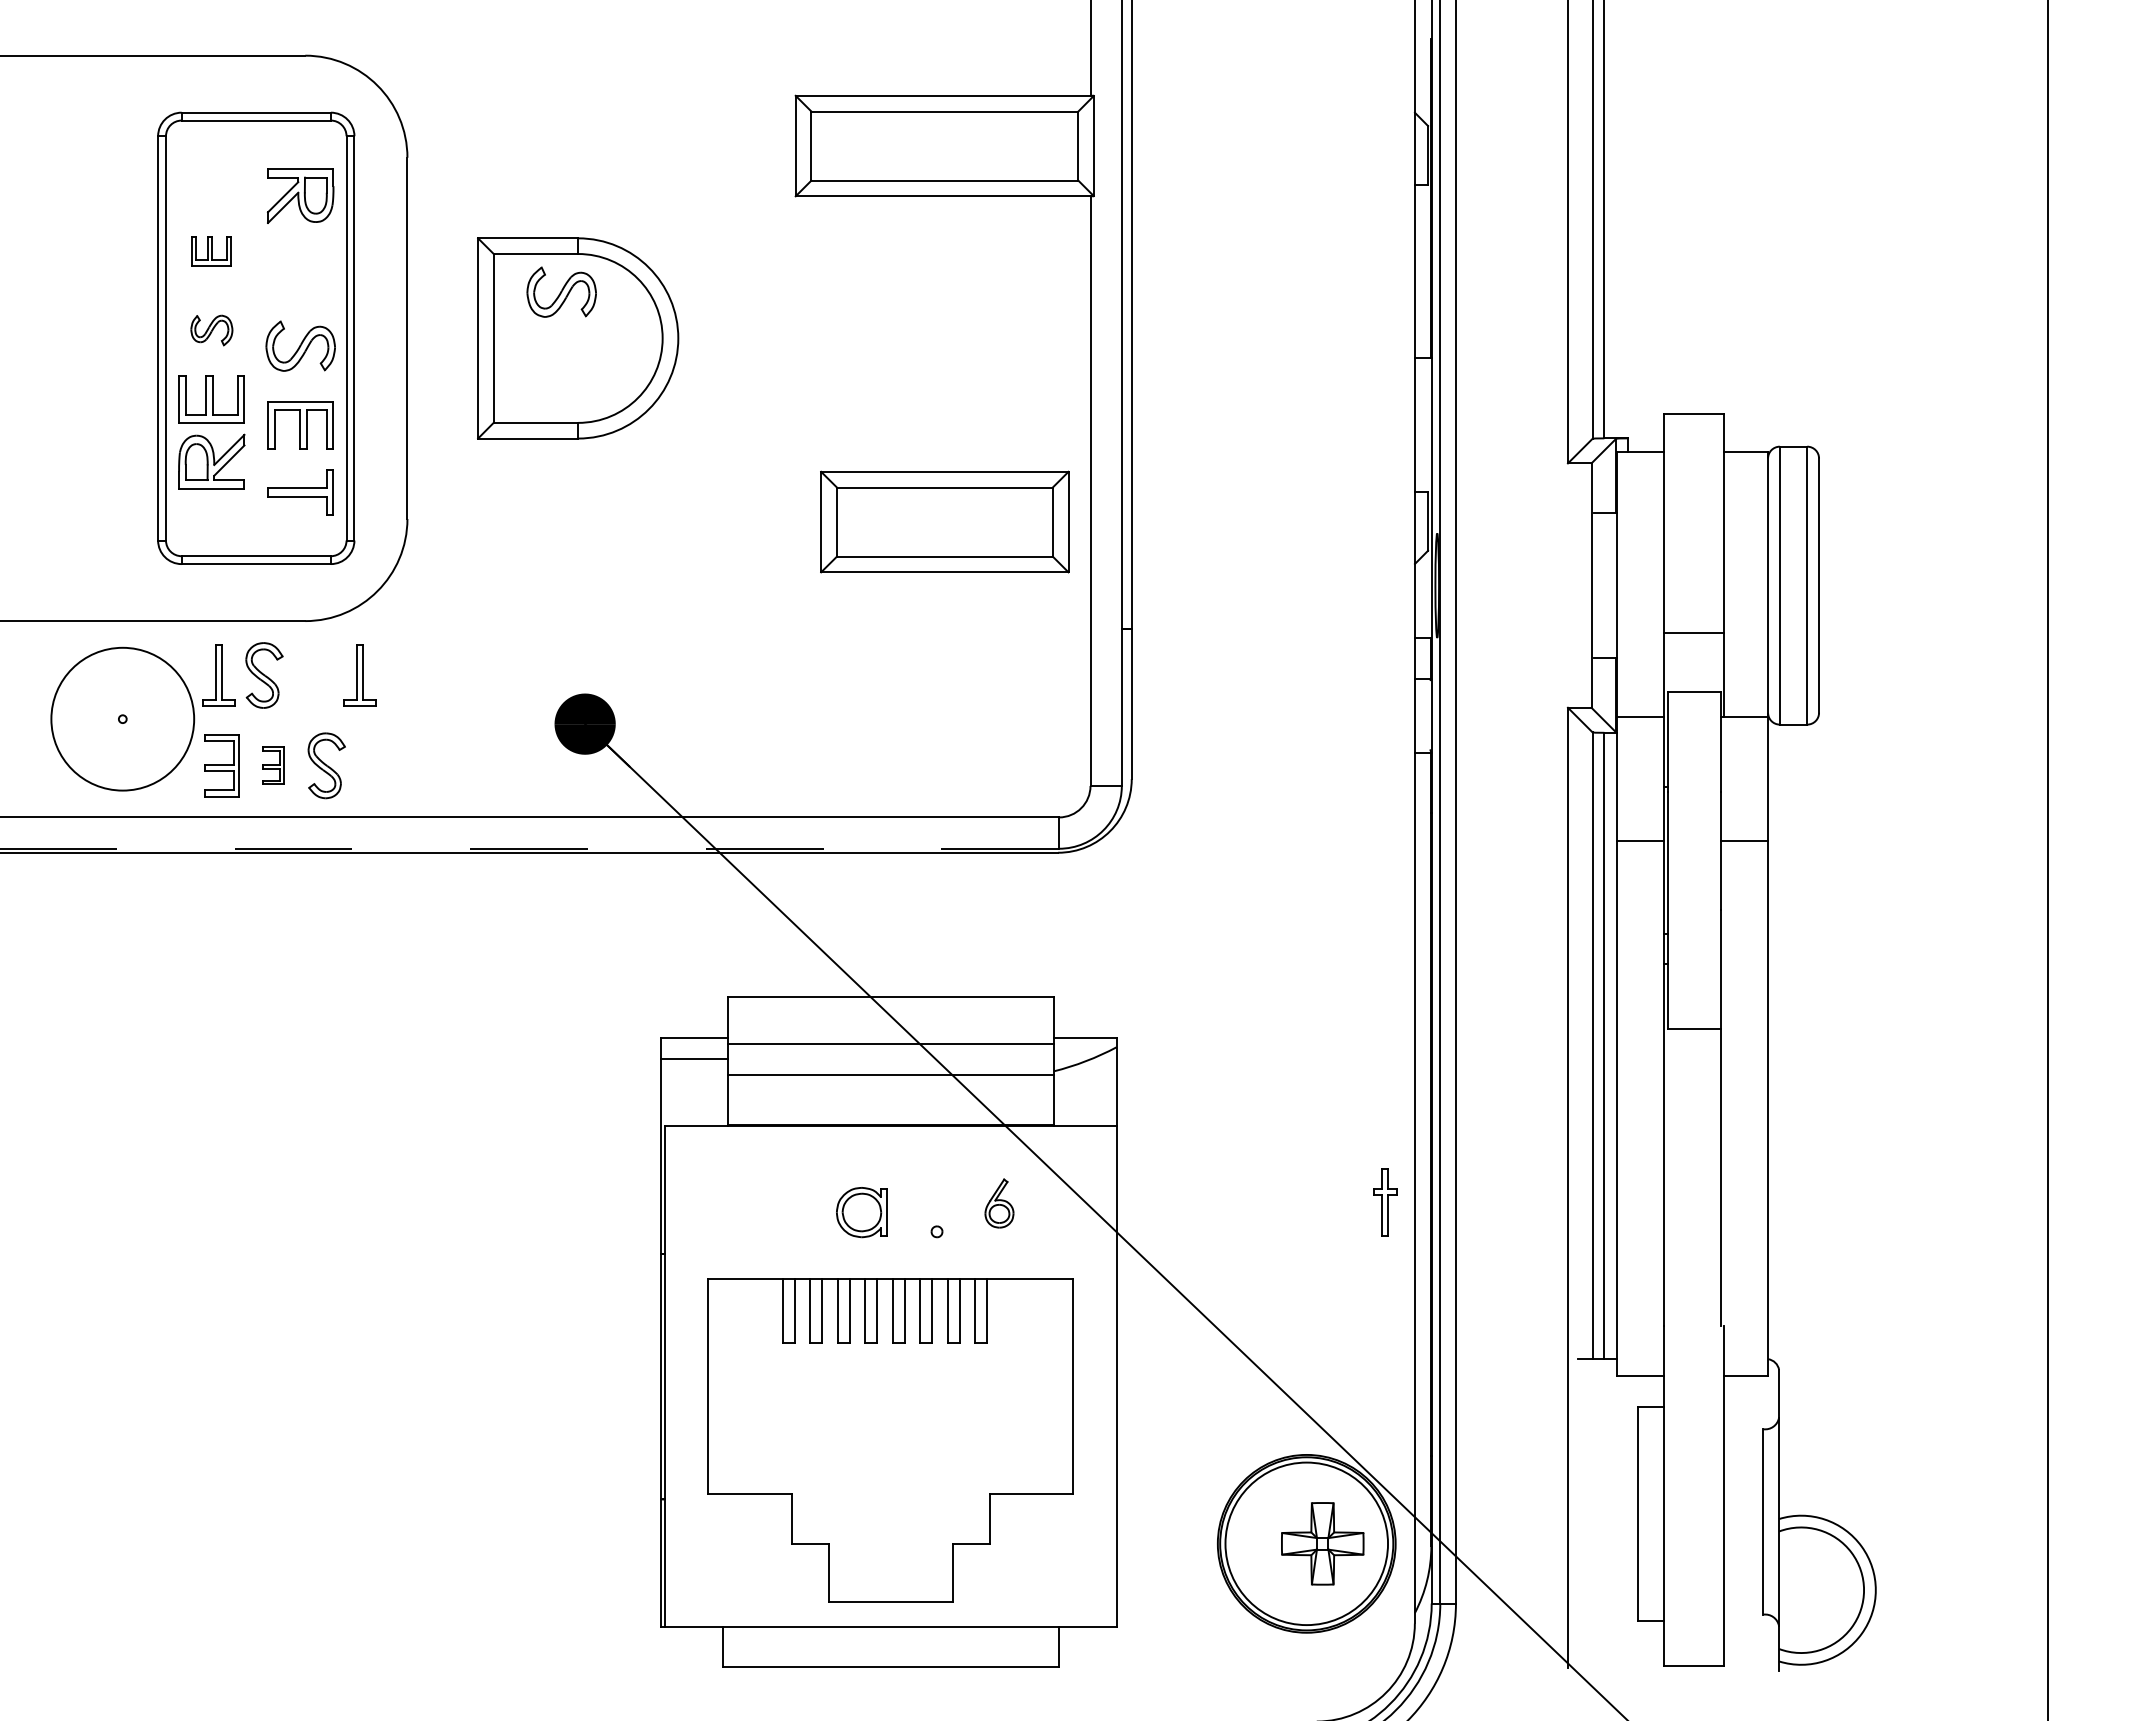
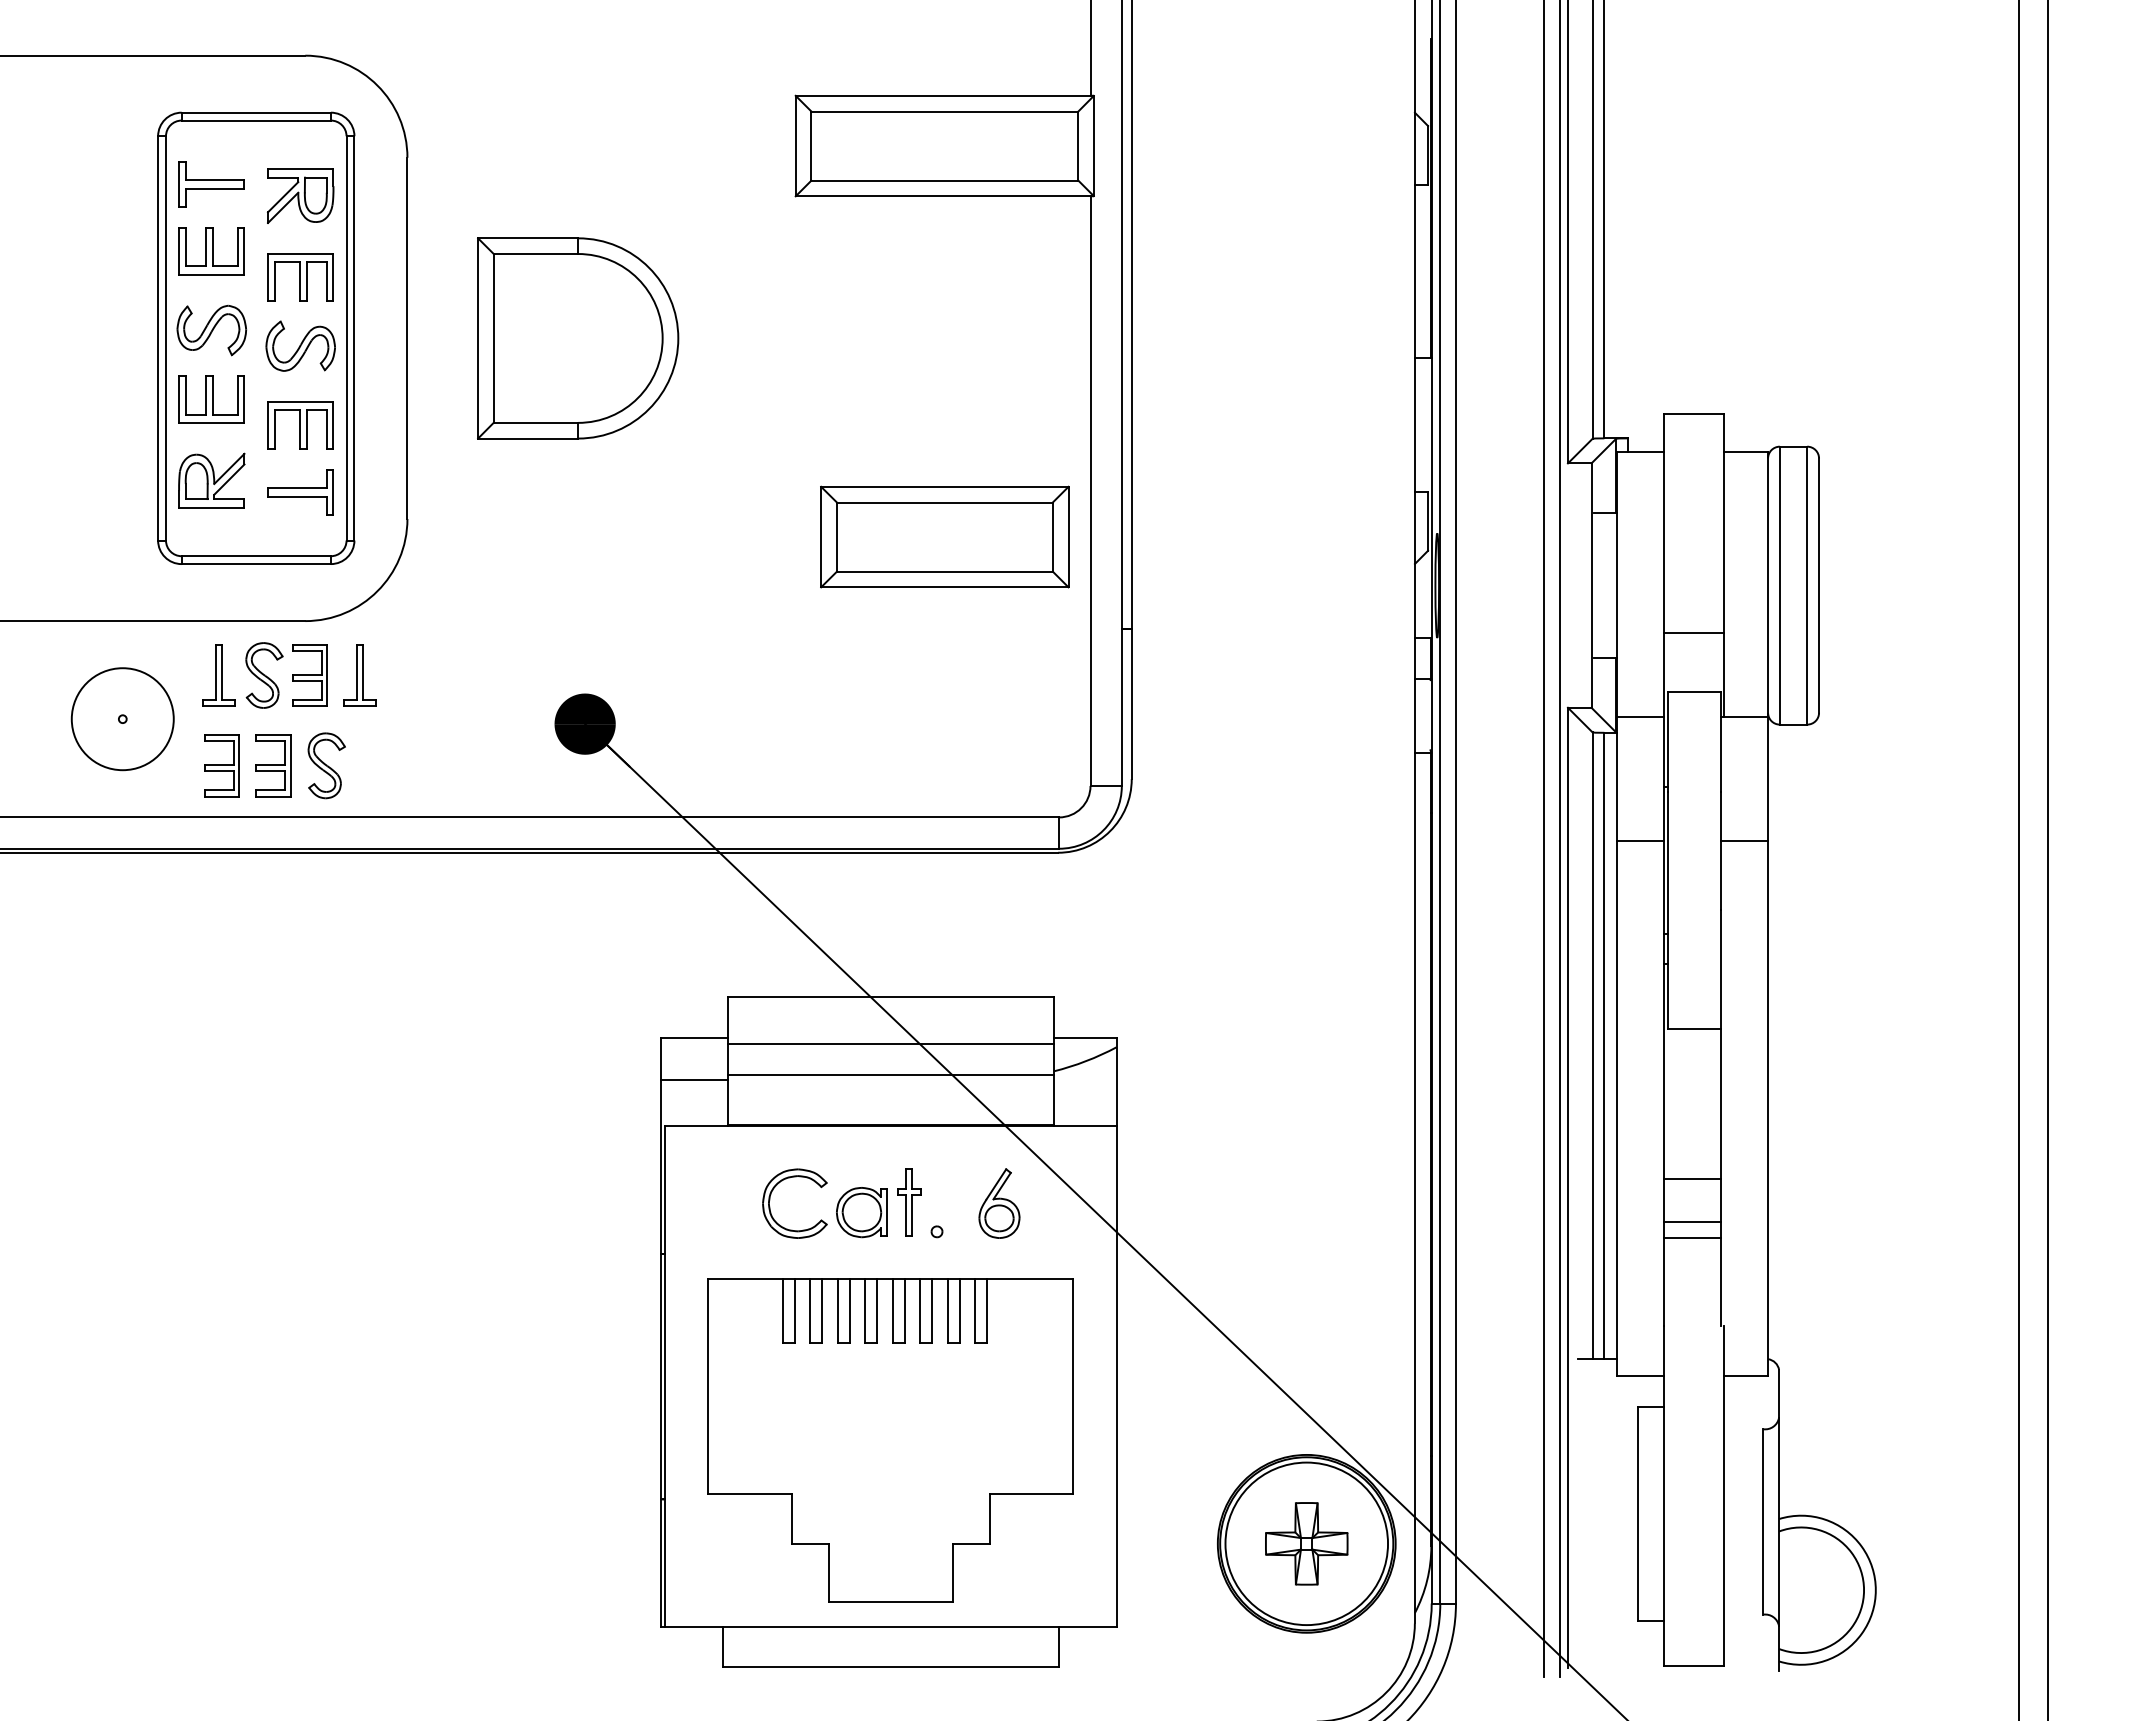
part at (211, 184): none -> present
part at (211, 251) size: 41x31 px -> 67x49 px
part at (300, 277): none -> present
part at (561, 291): present -> none
part at (211, 330) size: 44x33 px -> 72x53 px
part at (211, 461) position: (211, 461) -> (211, 480)
part at (944, 521) position: (944, 521) -> (944, 536)
part at (309, 675): none -> present
circle at (122, 718) diameter: 143 px -> 102 px
part at (273, 765) size: 23x39 px -> 37x64 px
line at (1543, 839): none -> present
line at (1559, 839): none -> present
line at (529, 848): dashed -> solid
line at (2018, 859): none -> present
line at (694, 1058) position: (694, 1058) -> (694, 1079)
line at (1691, 1179): none -> present
part at (770, 1200): none -> present
part at (1385, 1202) position: (1385, 1202) -> (909, 1202)
part at (999, 1203) size: 31x51 px -> 43x71 px
line at (1691, 1221): none -> present
line at (1691, 1237): none -> present
part at (1322, 1543) position: (1322, 1543) -> (1306, 1543)
